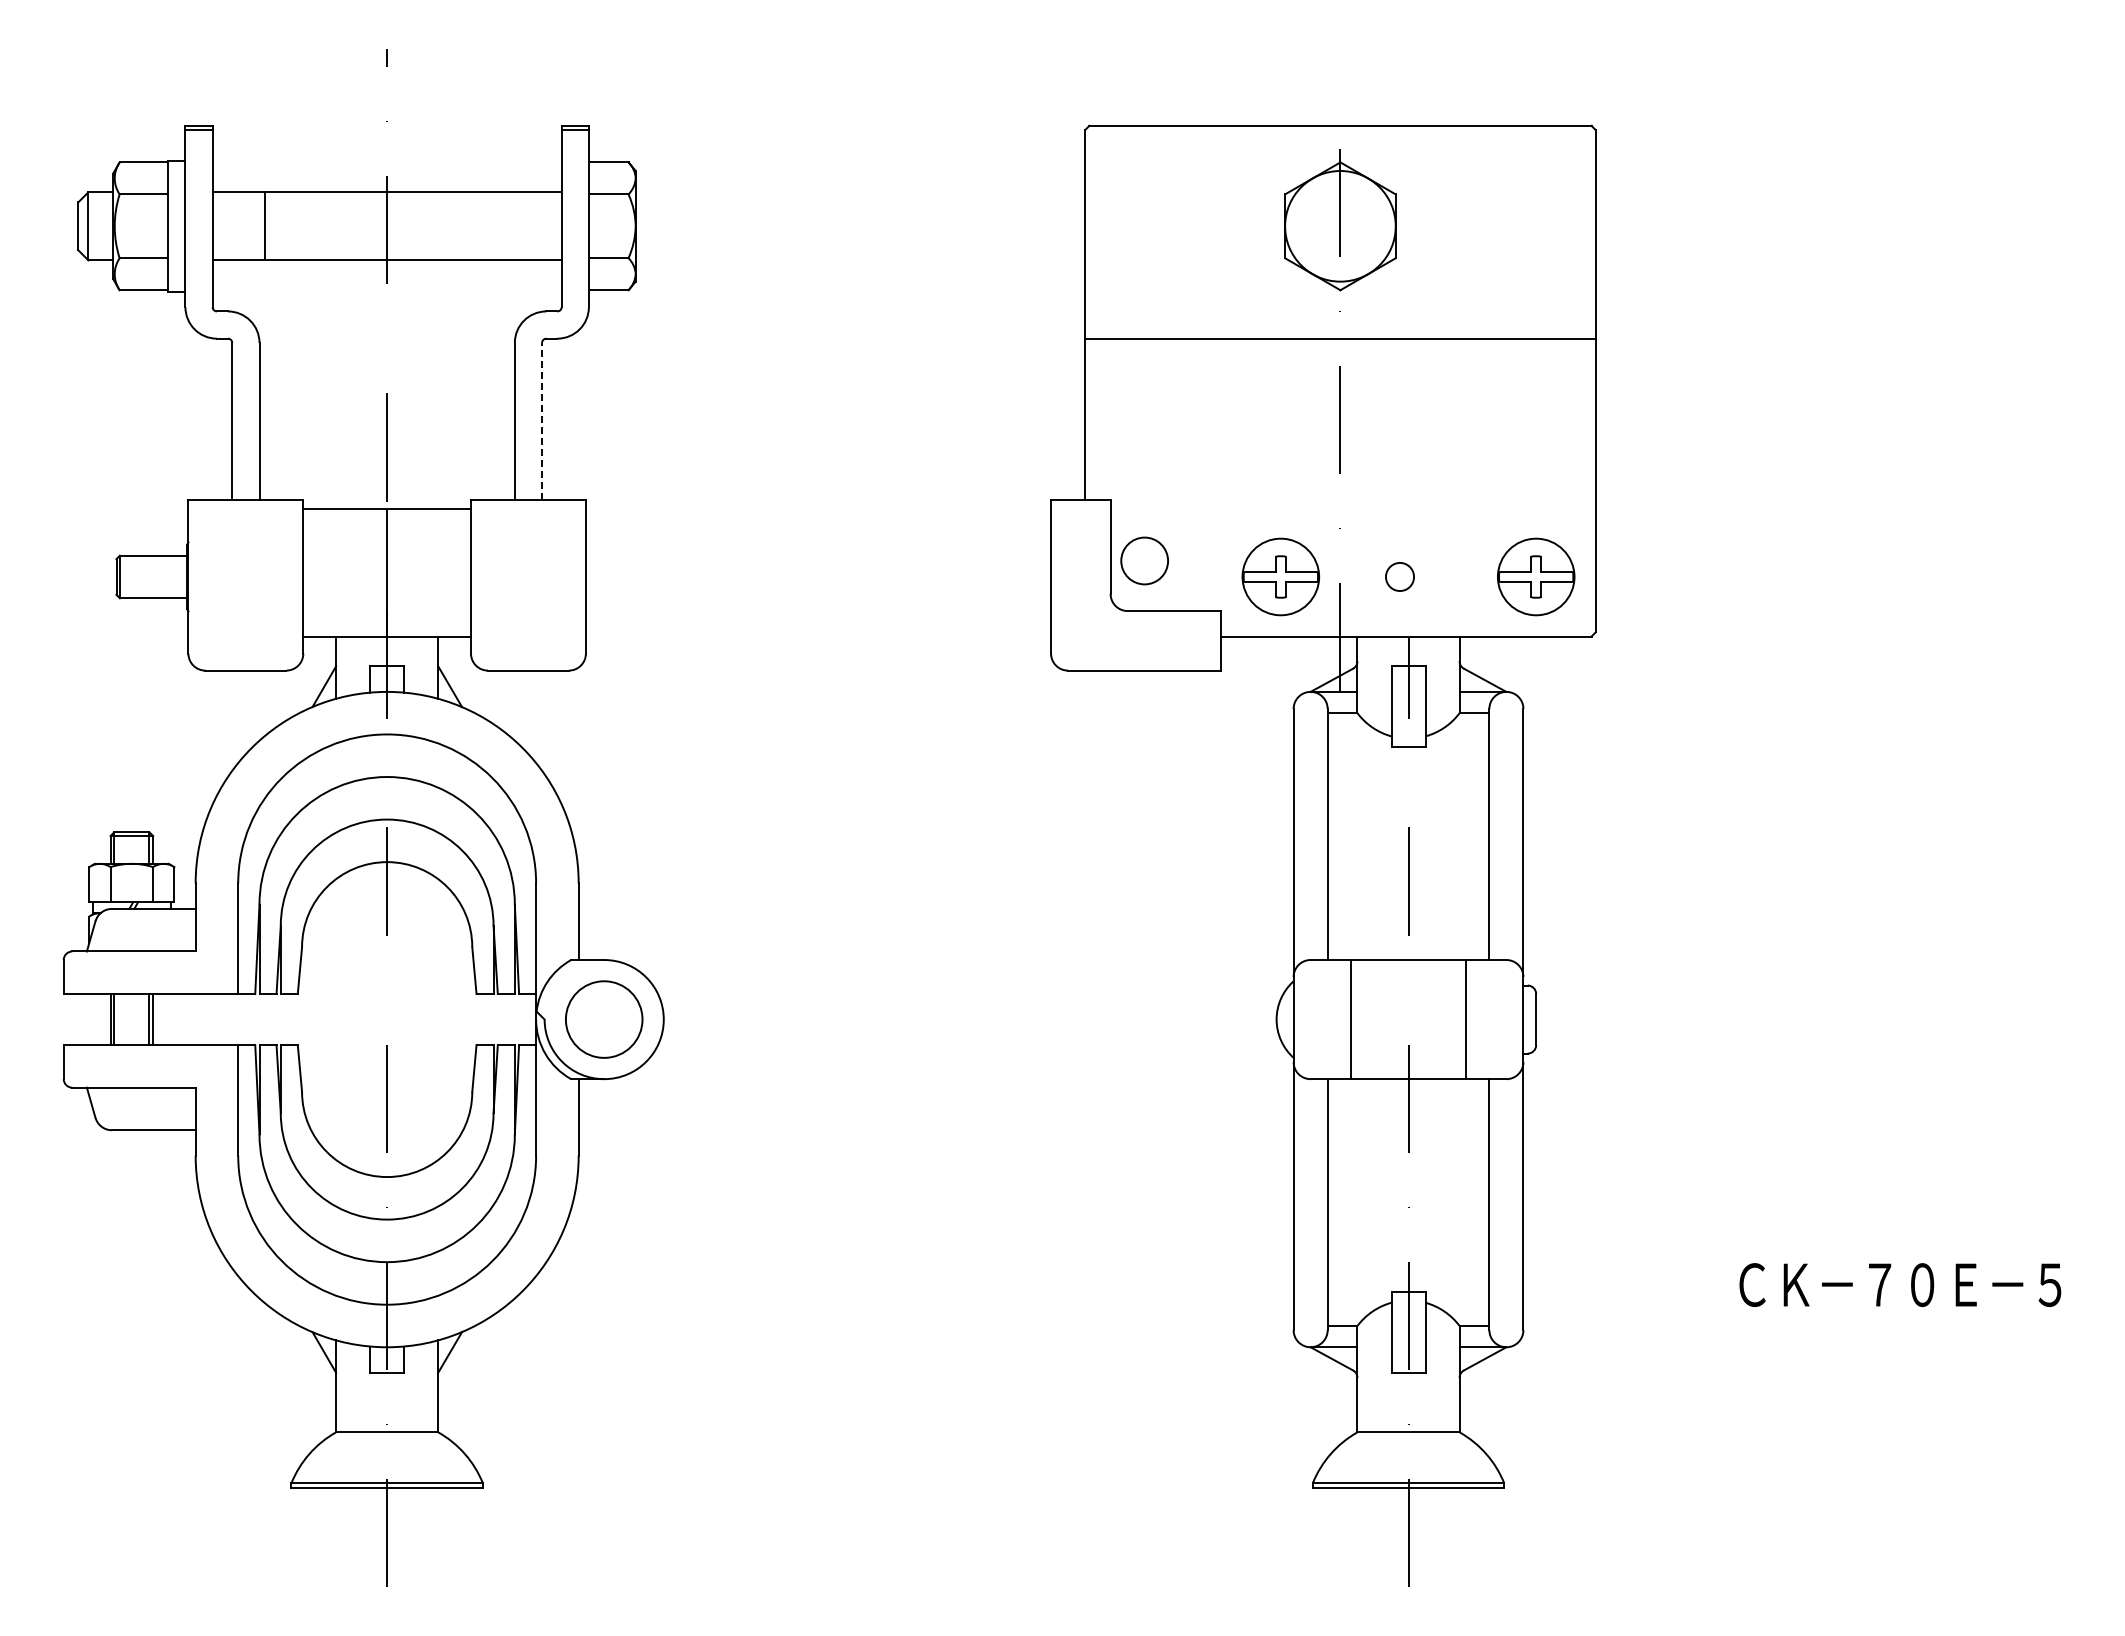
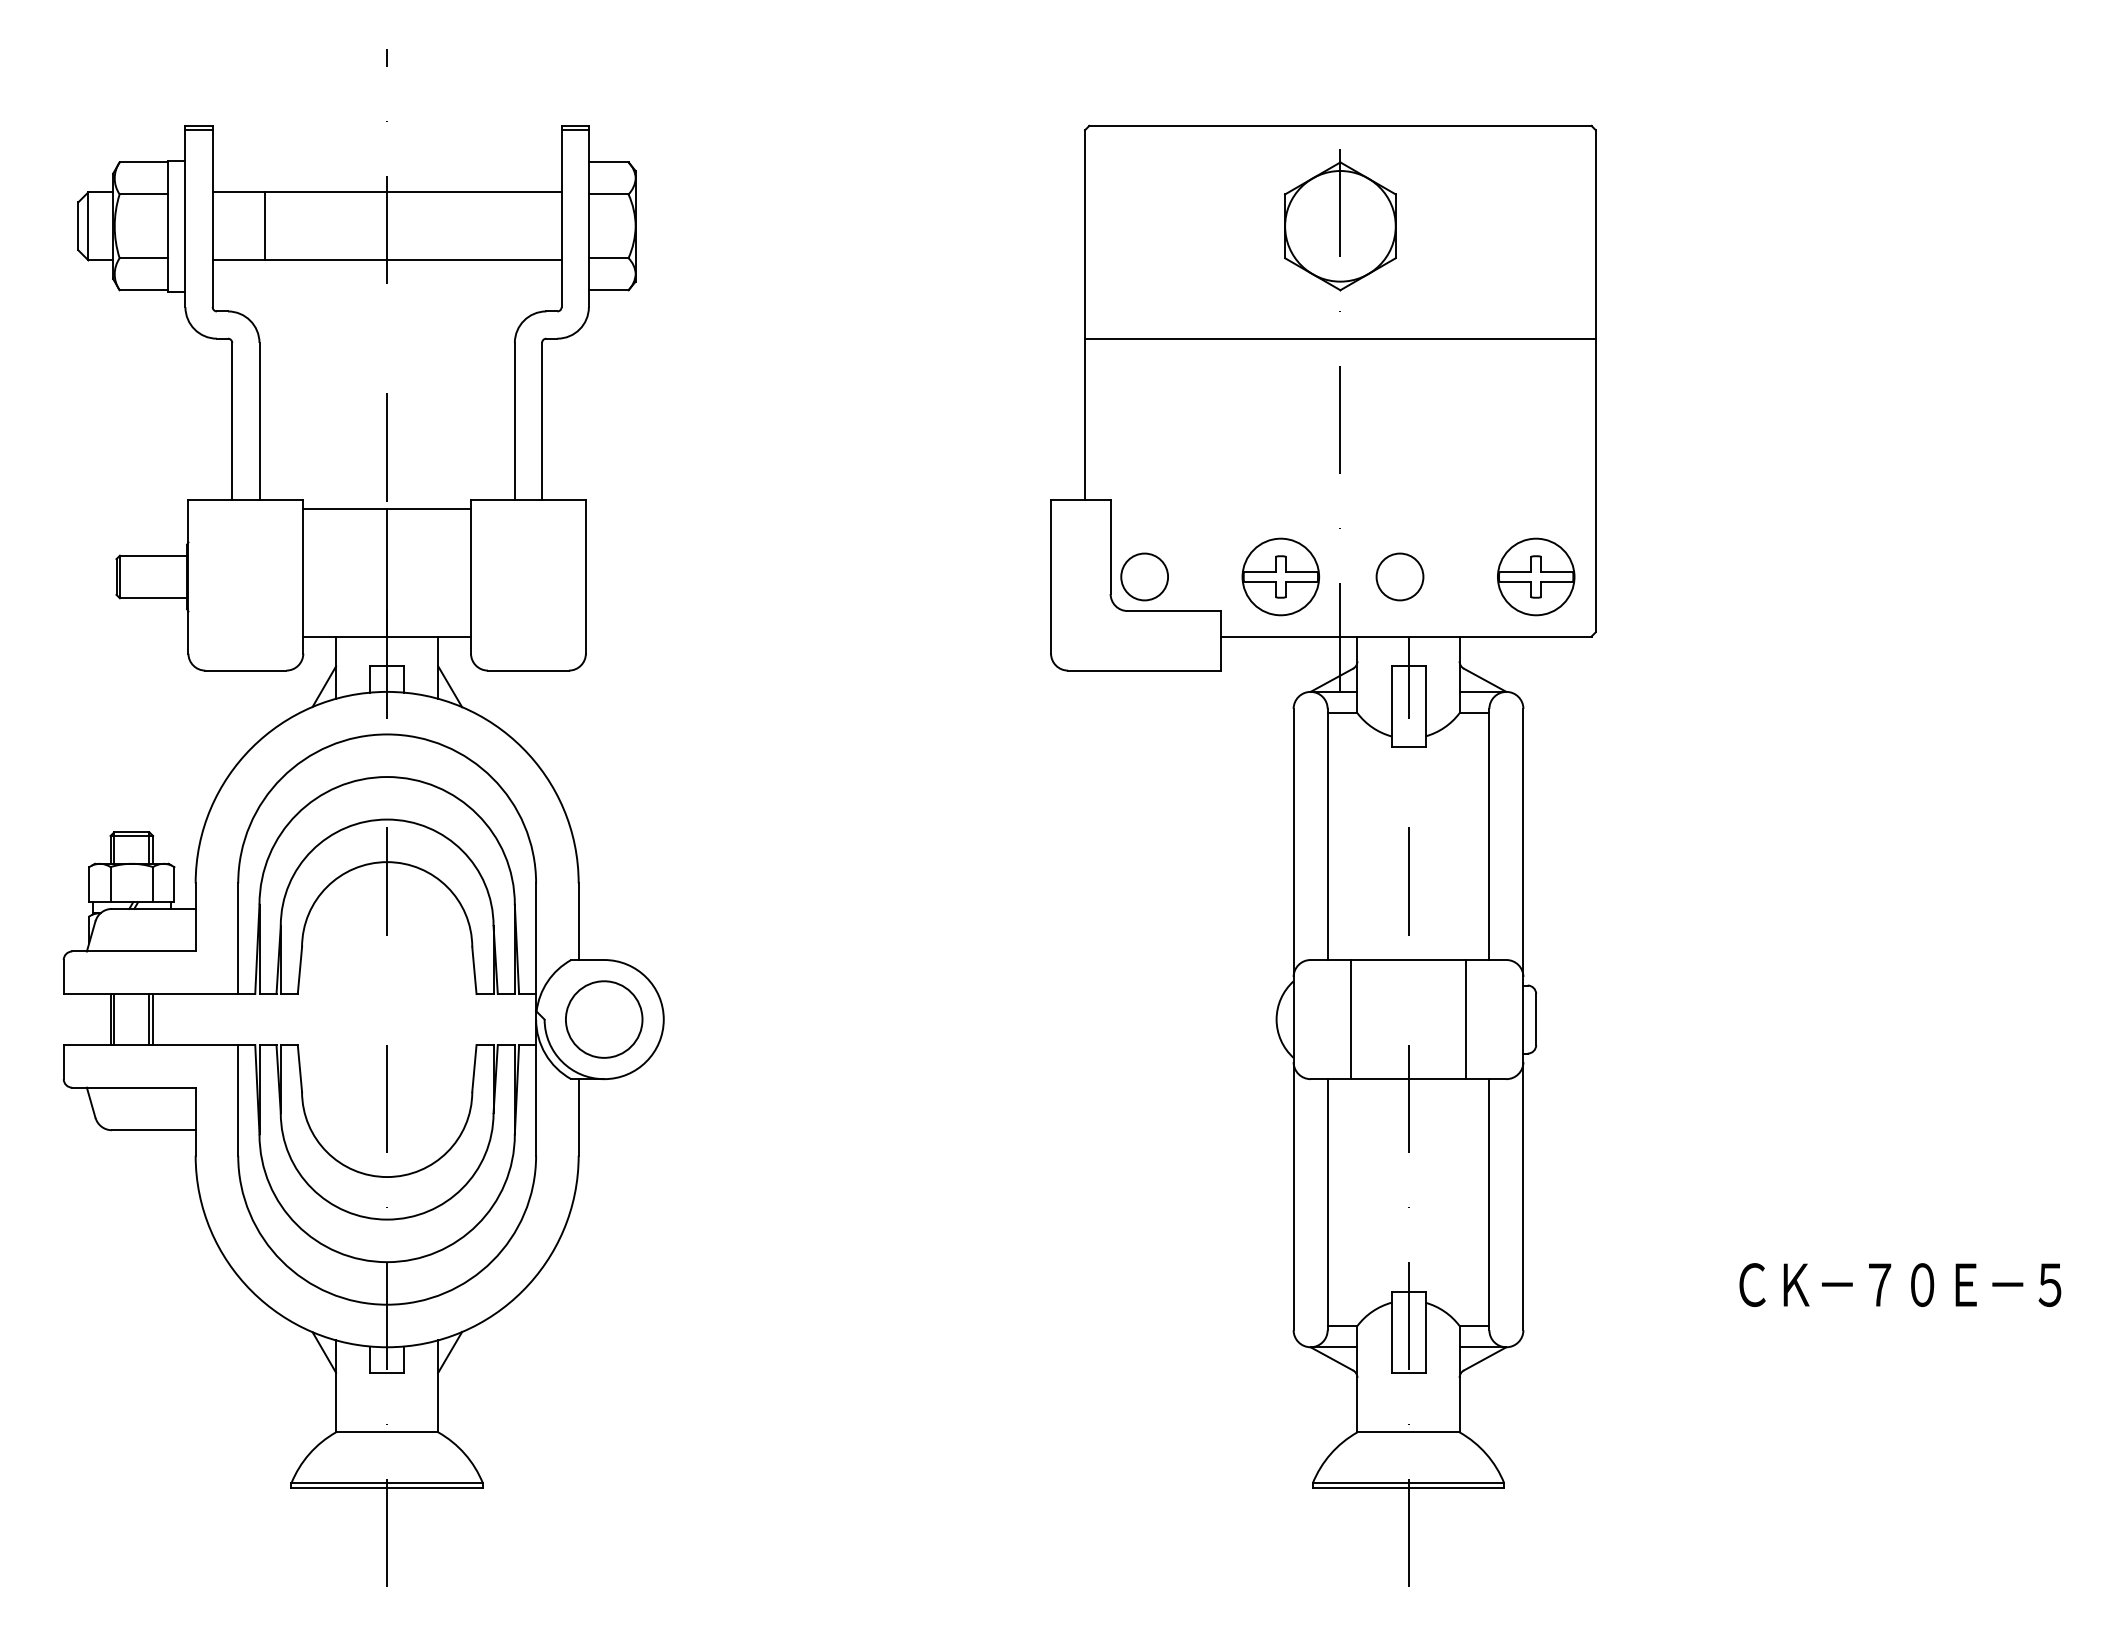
line at (542, 421): dashed -> solid
circle at (1144, 560) position: (1144, 560) -> (1144, 576)
circle at (1399, 576) diameter: 28 px -> 47 px
